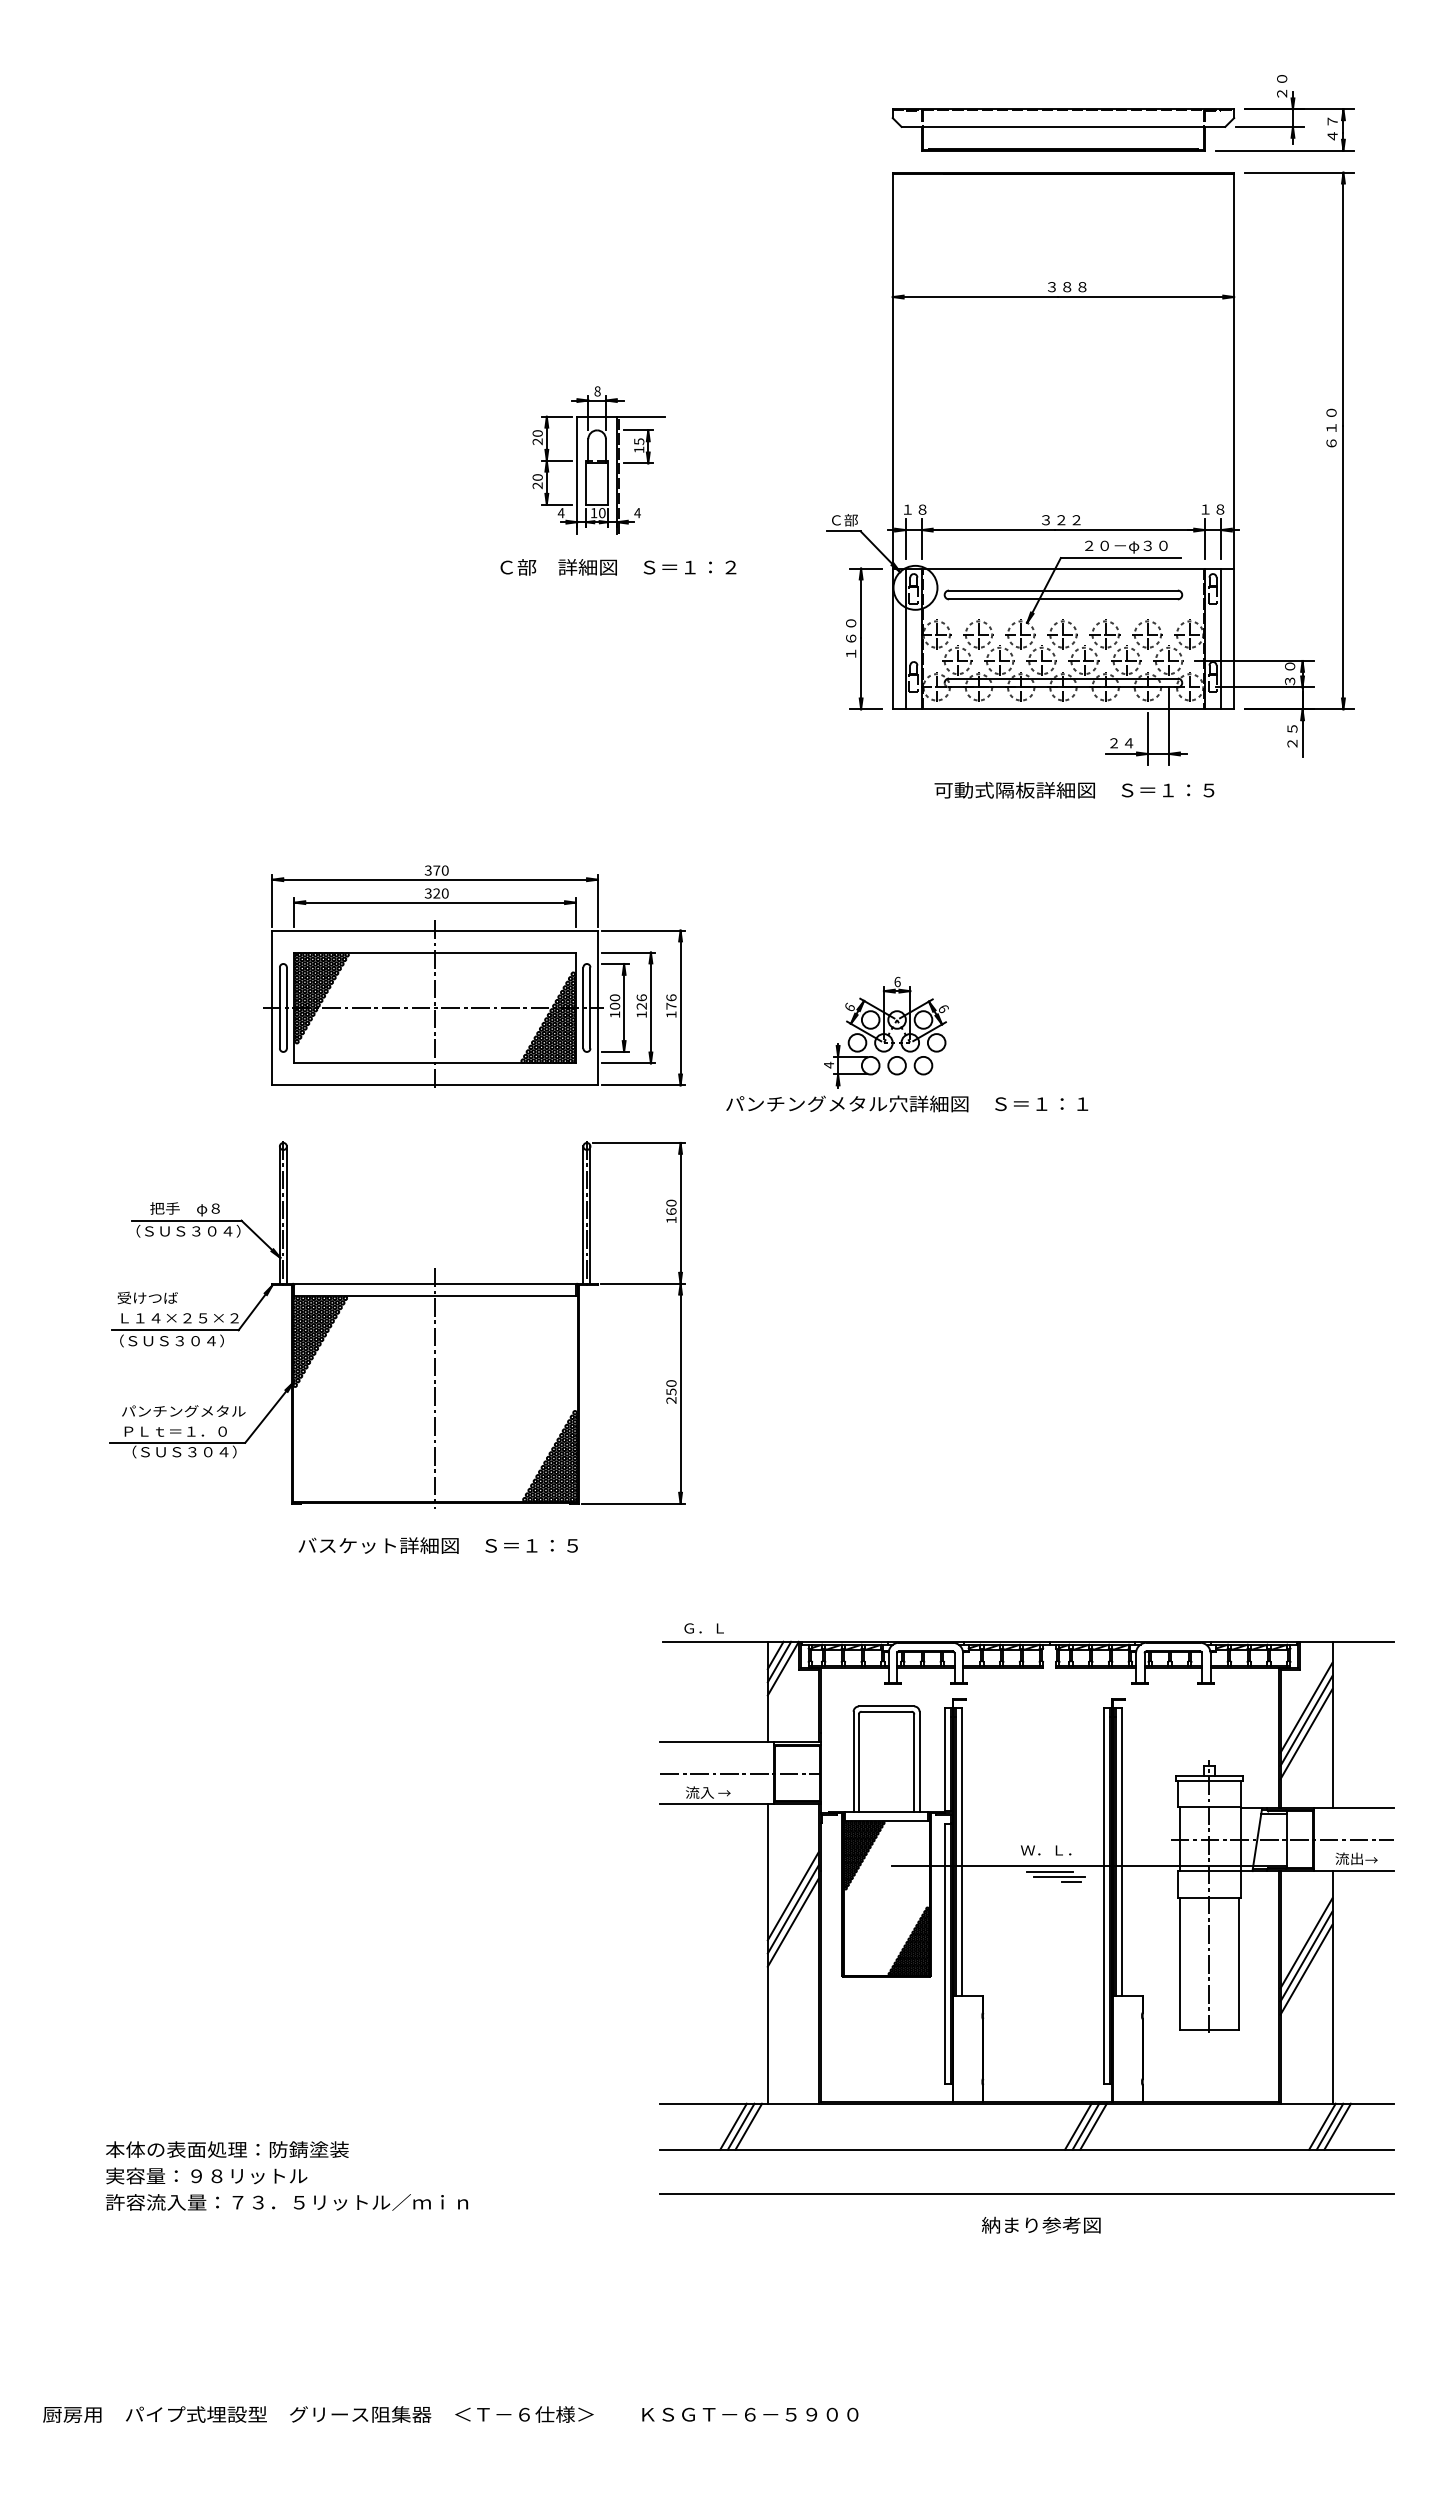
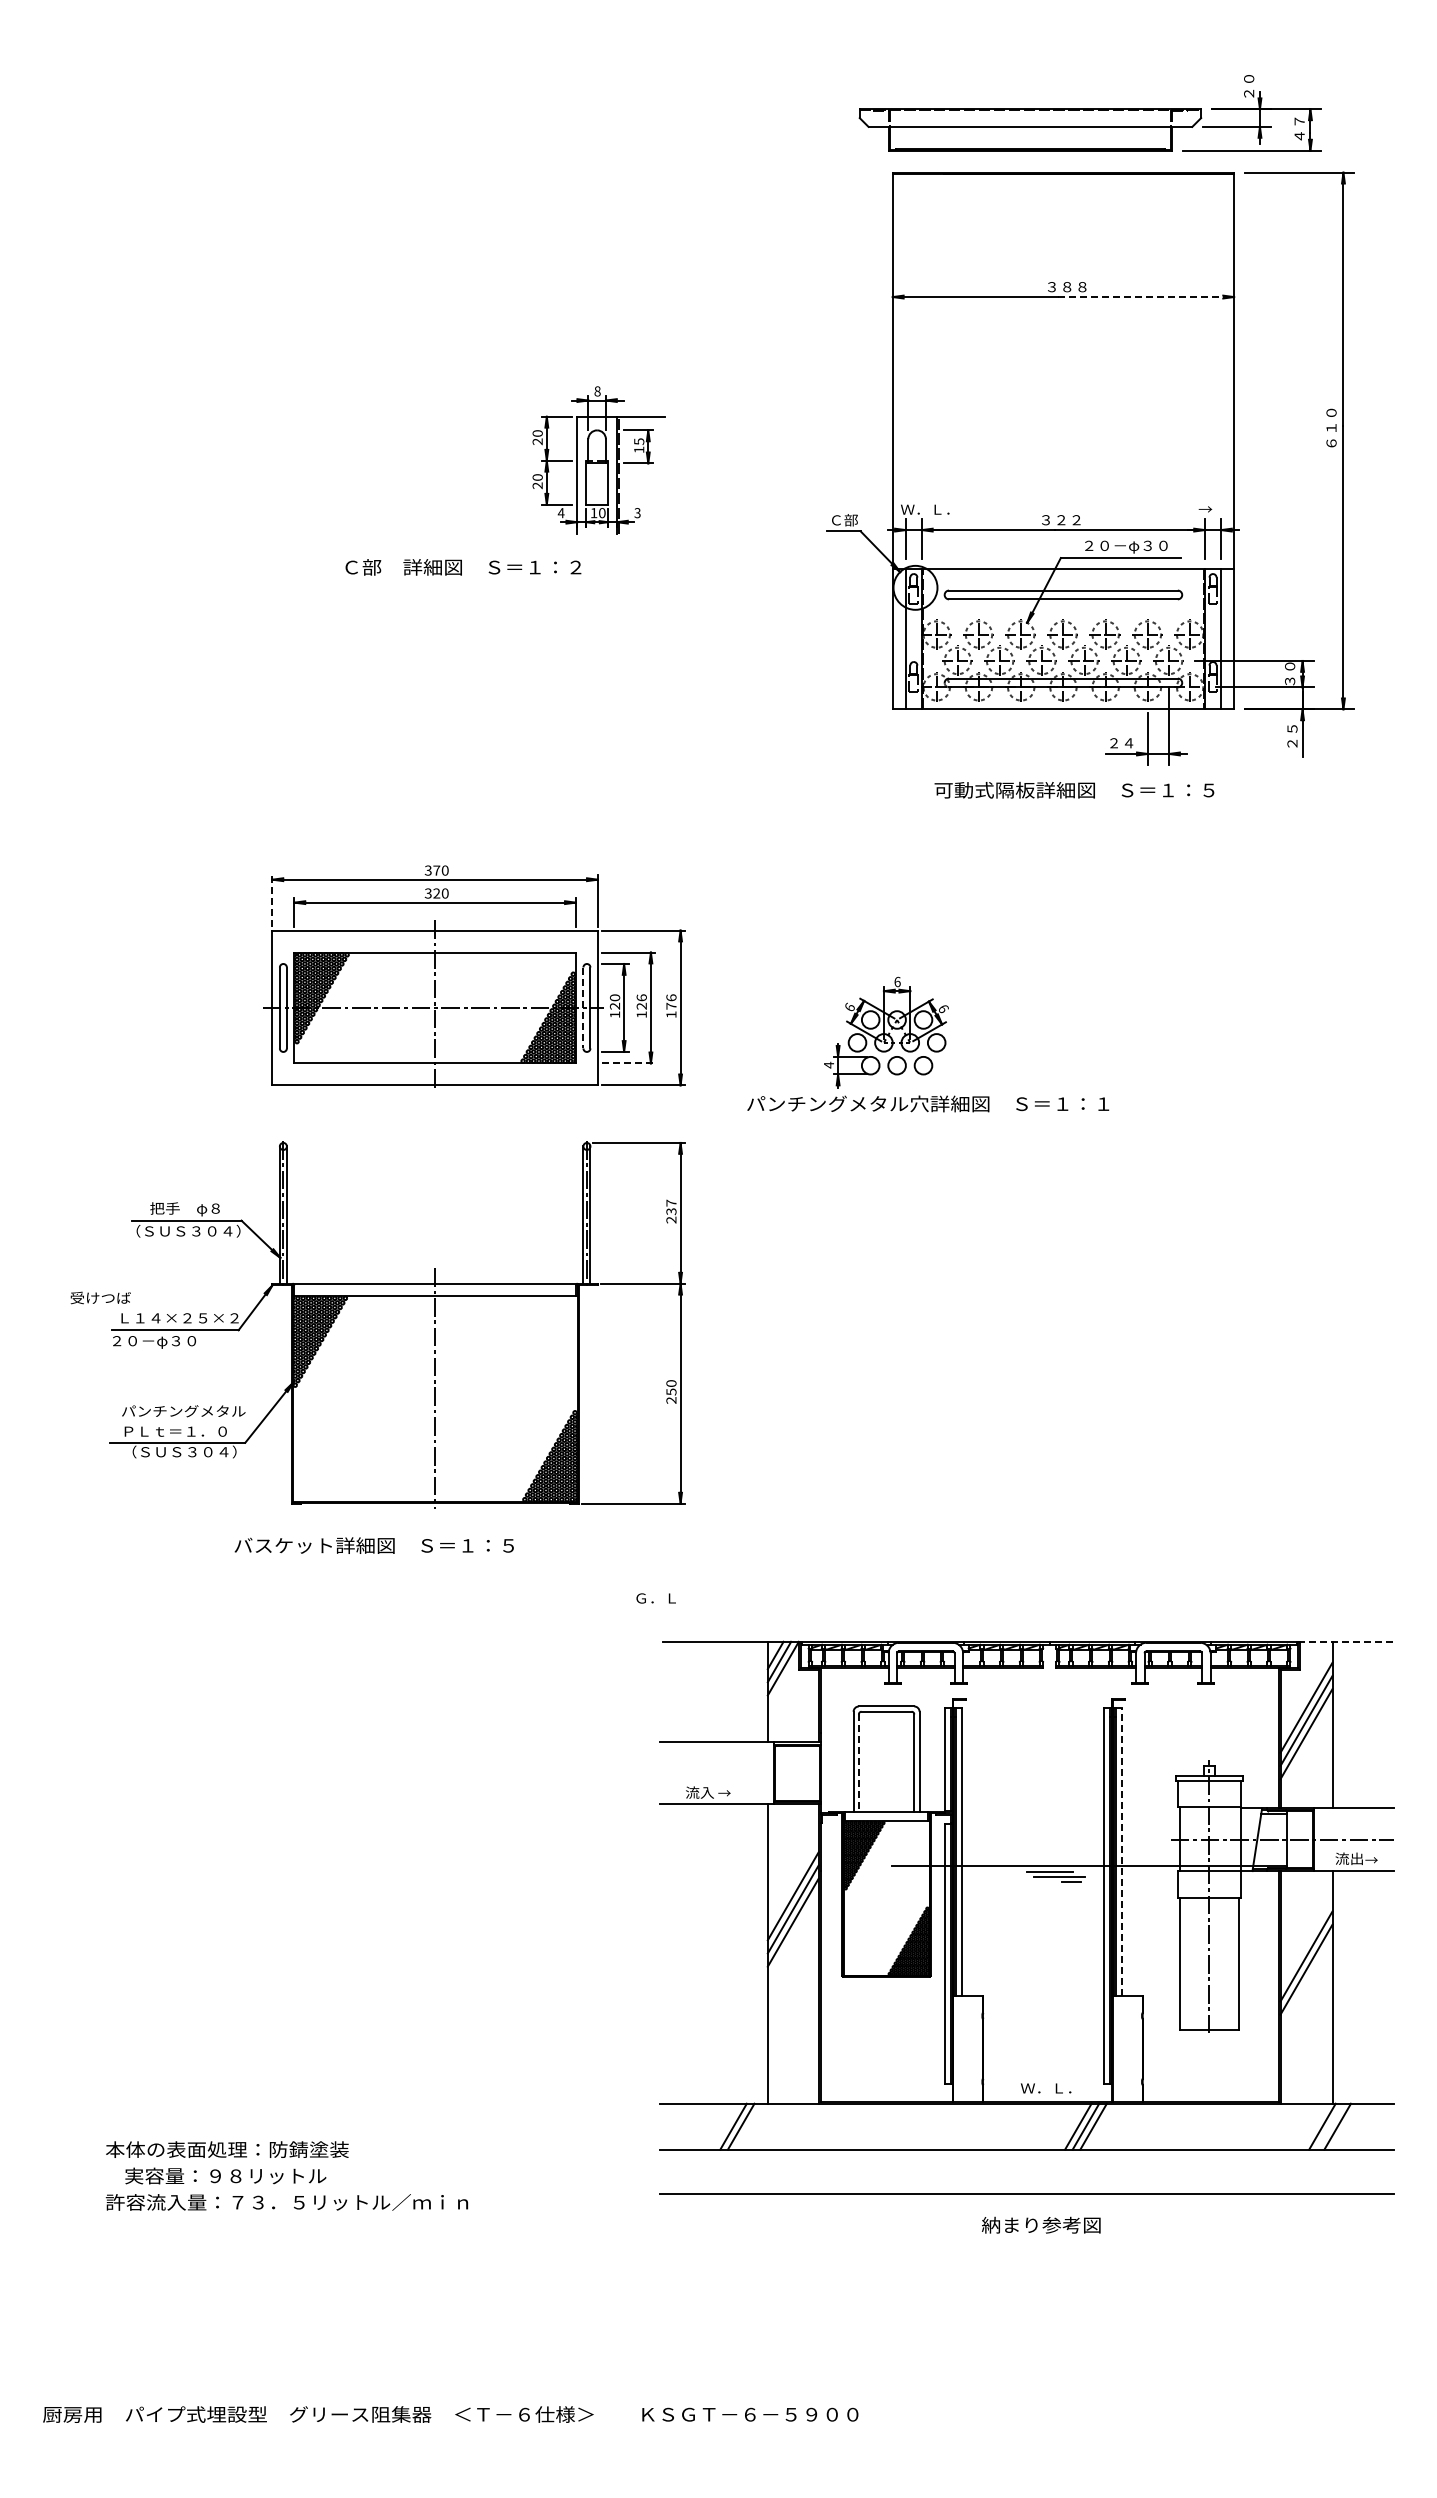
part at (1122, 113) position: (1122, 113) -> (1089, 113)
line at (1146, 297): solid -> dashed
text at (925, 509): １８ -> Ｗ．Ｌ．
text at (1211, 509): １８ -> →
text at (637, 513): 4 -> 3
text at (618, 567) position: (618, 567) -> (463, 567)
part at (864, 638): present -> none
line at (272, 900): solid -> dashed
text at (615, 1005): 100 -> 120
line at (583, 1008): solid -> dashed
line at (628, 1063): solid -> dashed
text at (907, 1103) position: (907, 1103) -> (928, 1103)
text at (671, 1211): 160 -> 237
text at (147, 1297) position: (147, 1297) -> (100, 1297)
text at (168, 1341): （ＳＵＳ３０４） -> ２０－φ３０
text at (437, 1545) position: (437, 1545) -> (373, 1545)
text at (703, 1628) position: (703, 1628) -> (655, 1598)
line at (1346, 1641): solid -> dashed
line at (858, 1763): solid -> dashed
line at (740, 1773): present -> none
text at (1046, 1850) position: (1046, 1850) -> (1046, 2088)
line at (1121, 1851): solid -> dashed
line at (1306, 1943): present -> none
line at (748, 2126): present -> none
line at (1329, 2126): present -> none
text at (206, 2175) position: (206, 2175) -> (225, 2175)
